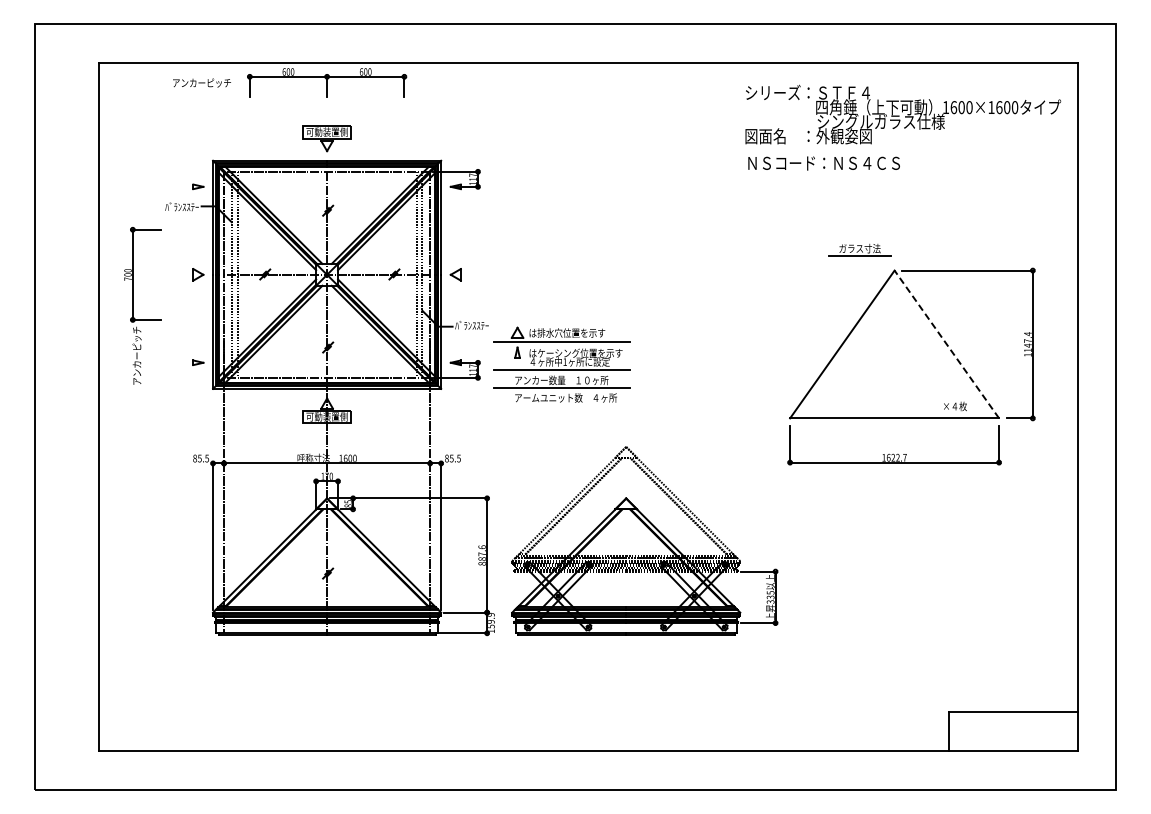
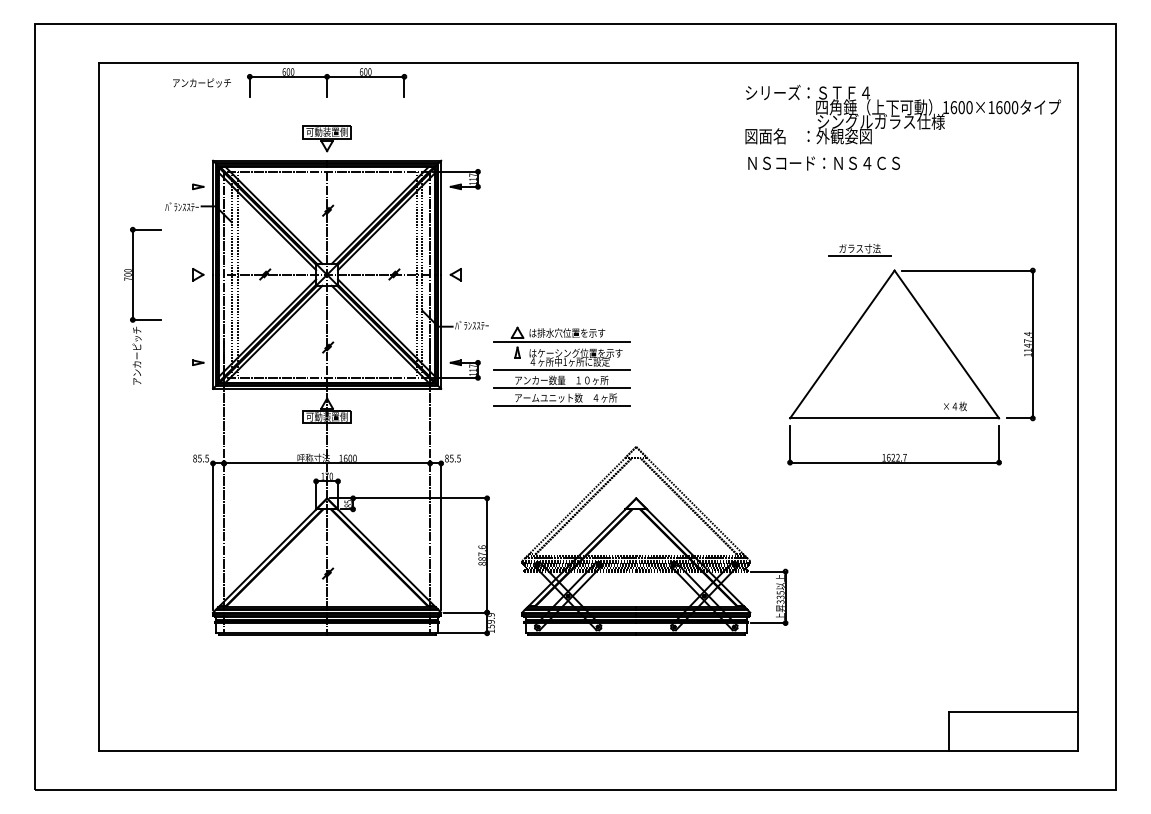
line at (946, 344): dashed -> solid
line at (561, 405): none -> present
part at (644, 540) position: (644, 540) -> (654, 540)
